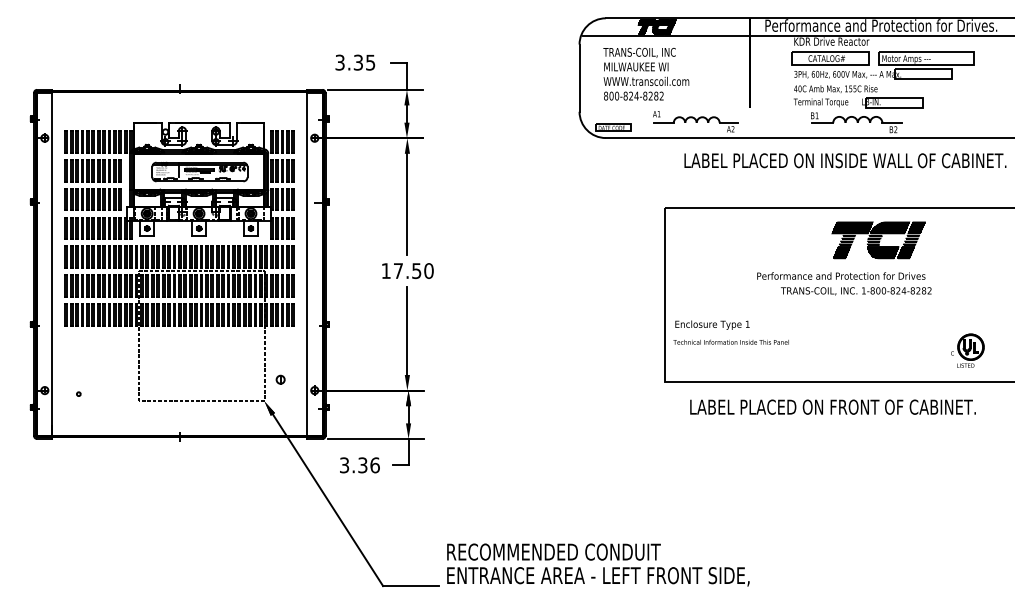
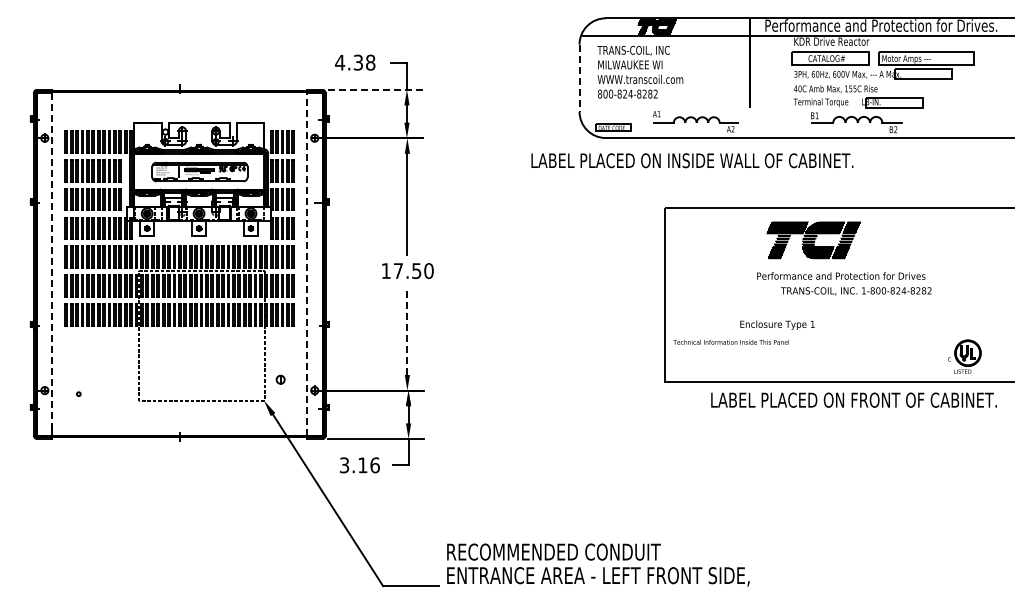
text at (355, 62): 3.35 -> 4.38
text at (646, 73) position: (646, 73) -> (640, 71)
line at (579, 78): solid -> dashed
line at (375, 89): solid -> dashed
text at (845, 160) position: (845, 160) -> (692, 160)
part at (878, 240) position: (878, 240) -> (813, 240)
line at (52, 264): solid -> dashed
line at (307, 264): solid -> dashed
text at (712, 324) position: (712, 324) -> (777, 324)
line at (407, 330): solid -> dashed
part at (967, 350) position: (967, 350) -> (964, 356)
text at (832, 406) position: (832, 406) -> (853, 399)
text at (362, 465): 3.36 -> 3.16
